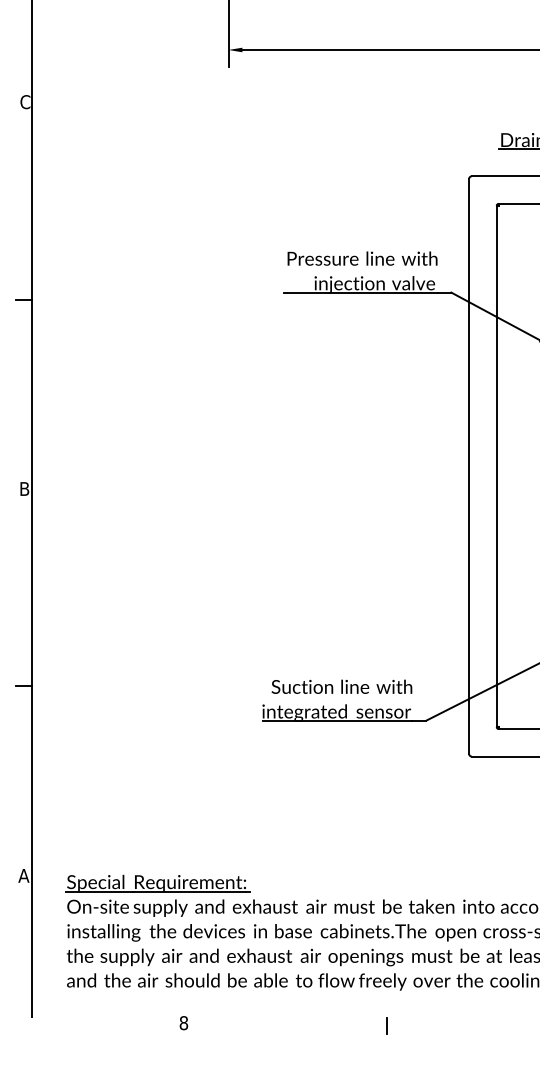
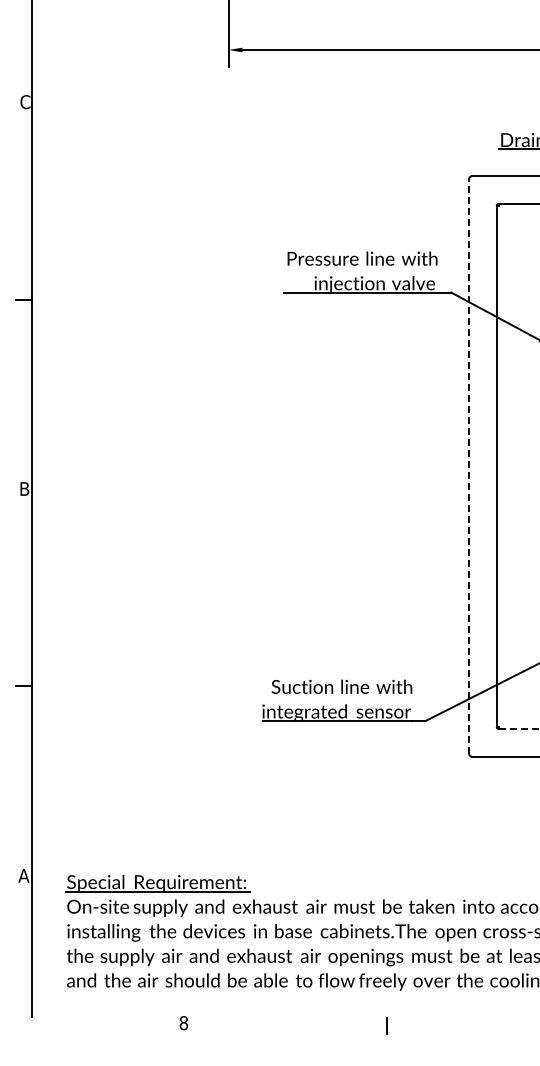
line at (469, 465): solid -> dashed
line at (519, 728): solid -> dashed
